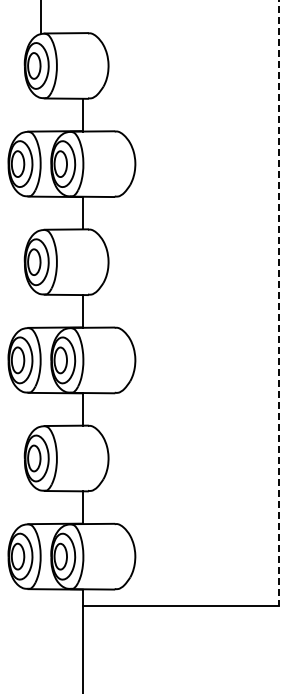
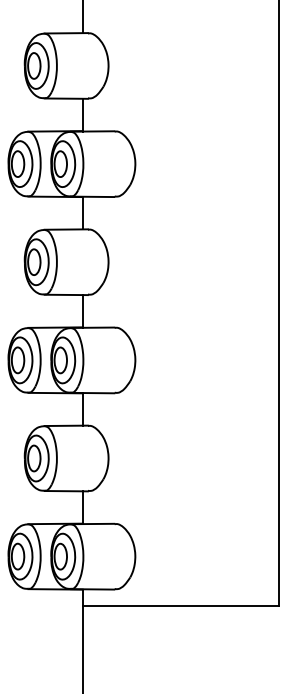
line at (40, 17) position: (40, 17) -> (82, 17)
line at (279, 303): dashed -> solid
